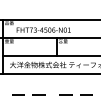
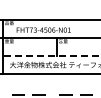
line at (51, 56): solid -> dashed
